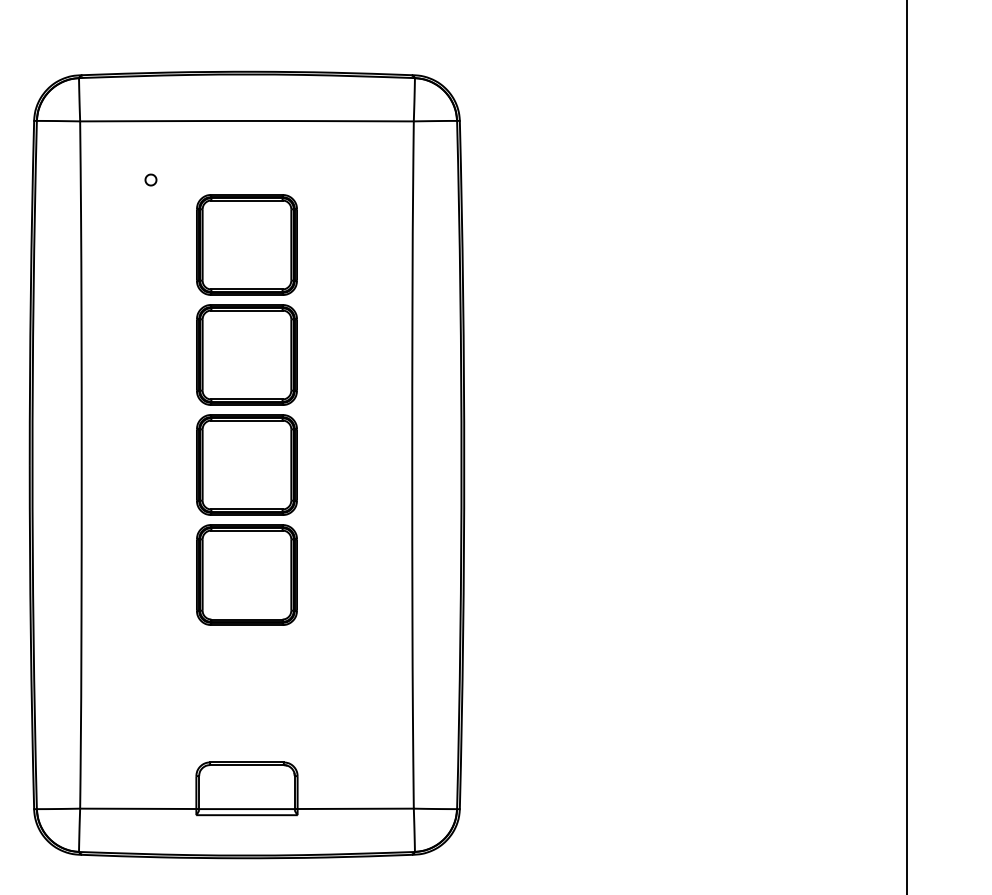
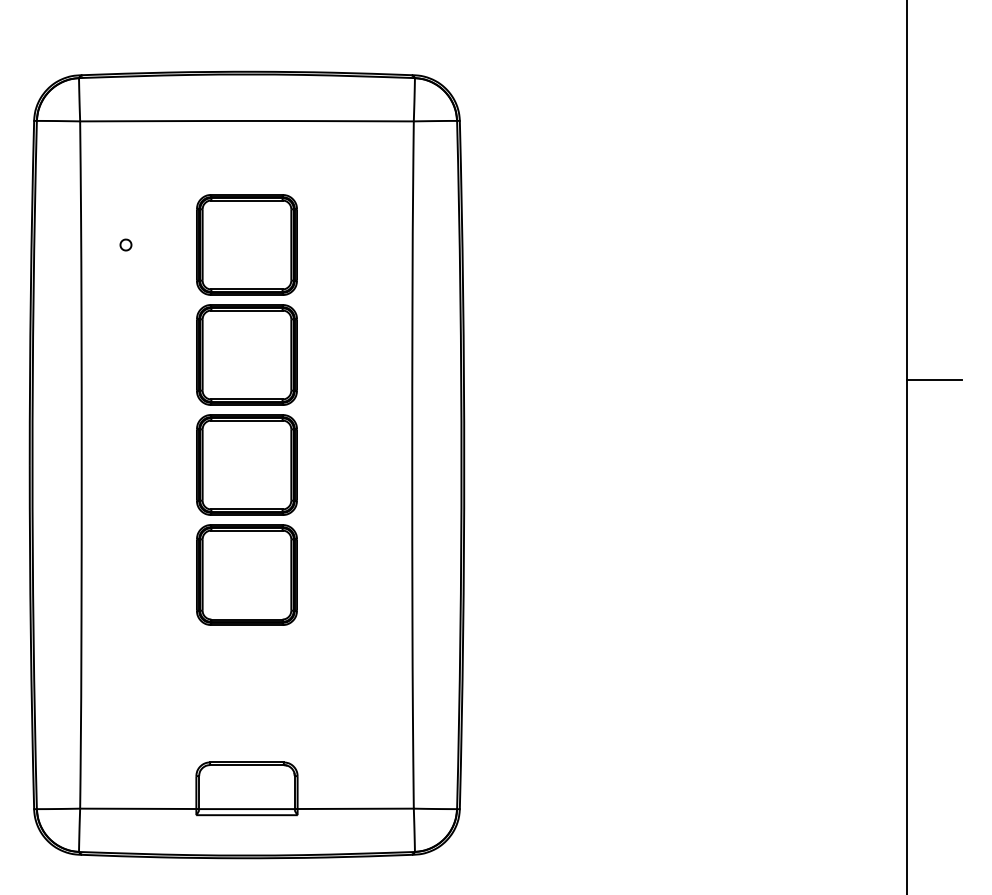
part at (150, 179) position: (150, 179) -> (125, 244)
line at (934, 379): none -> present
